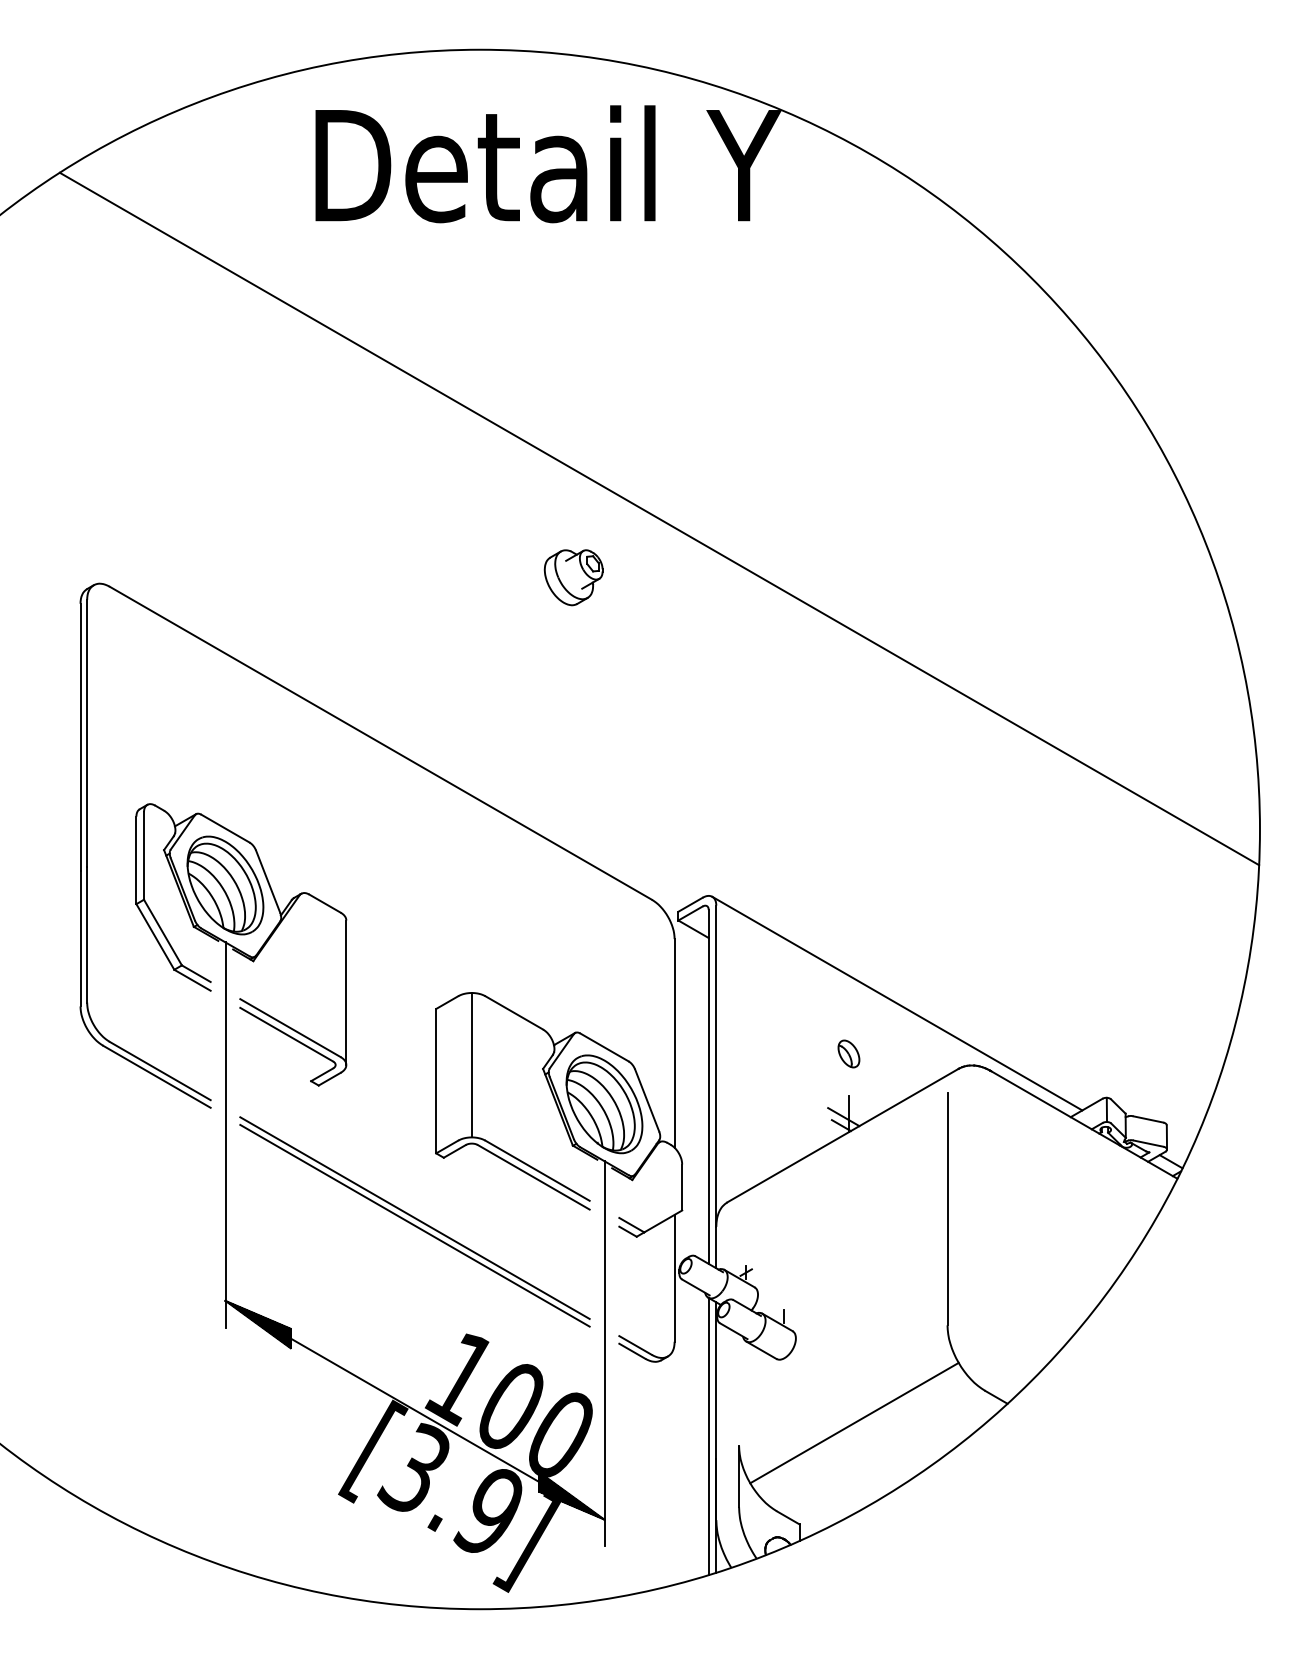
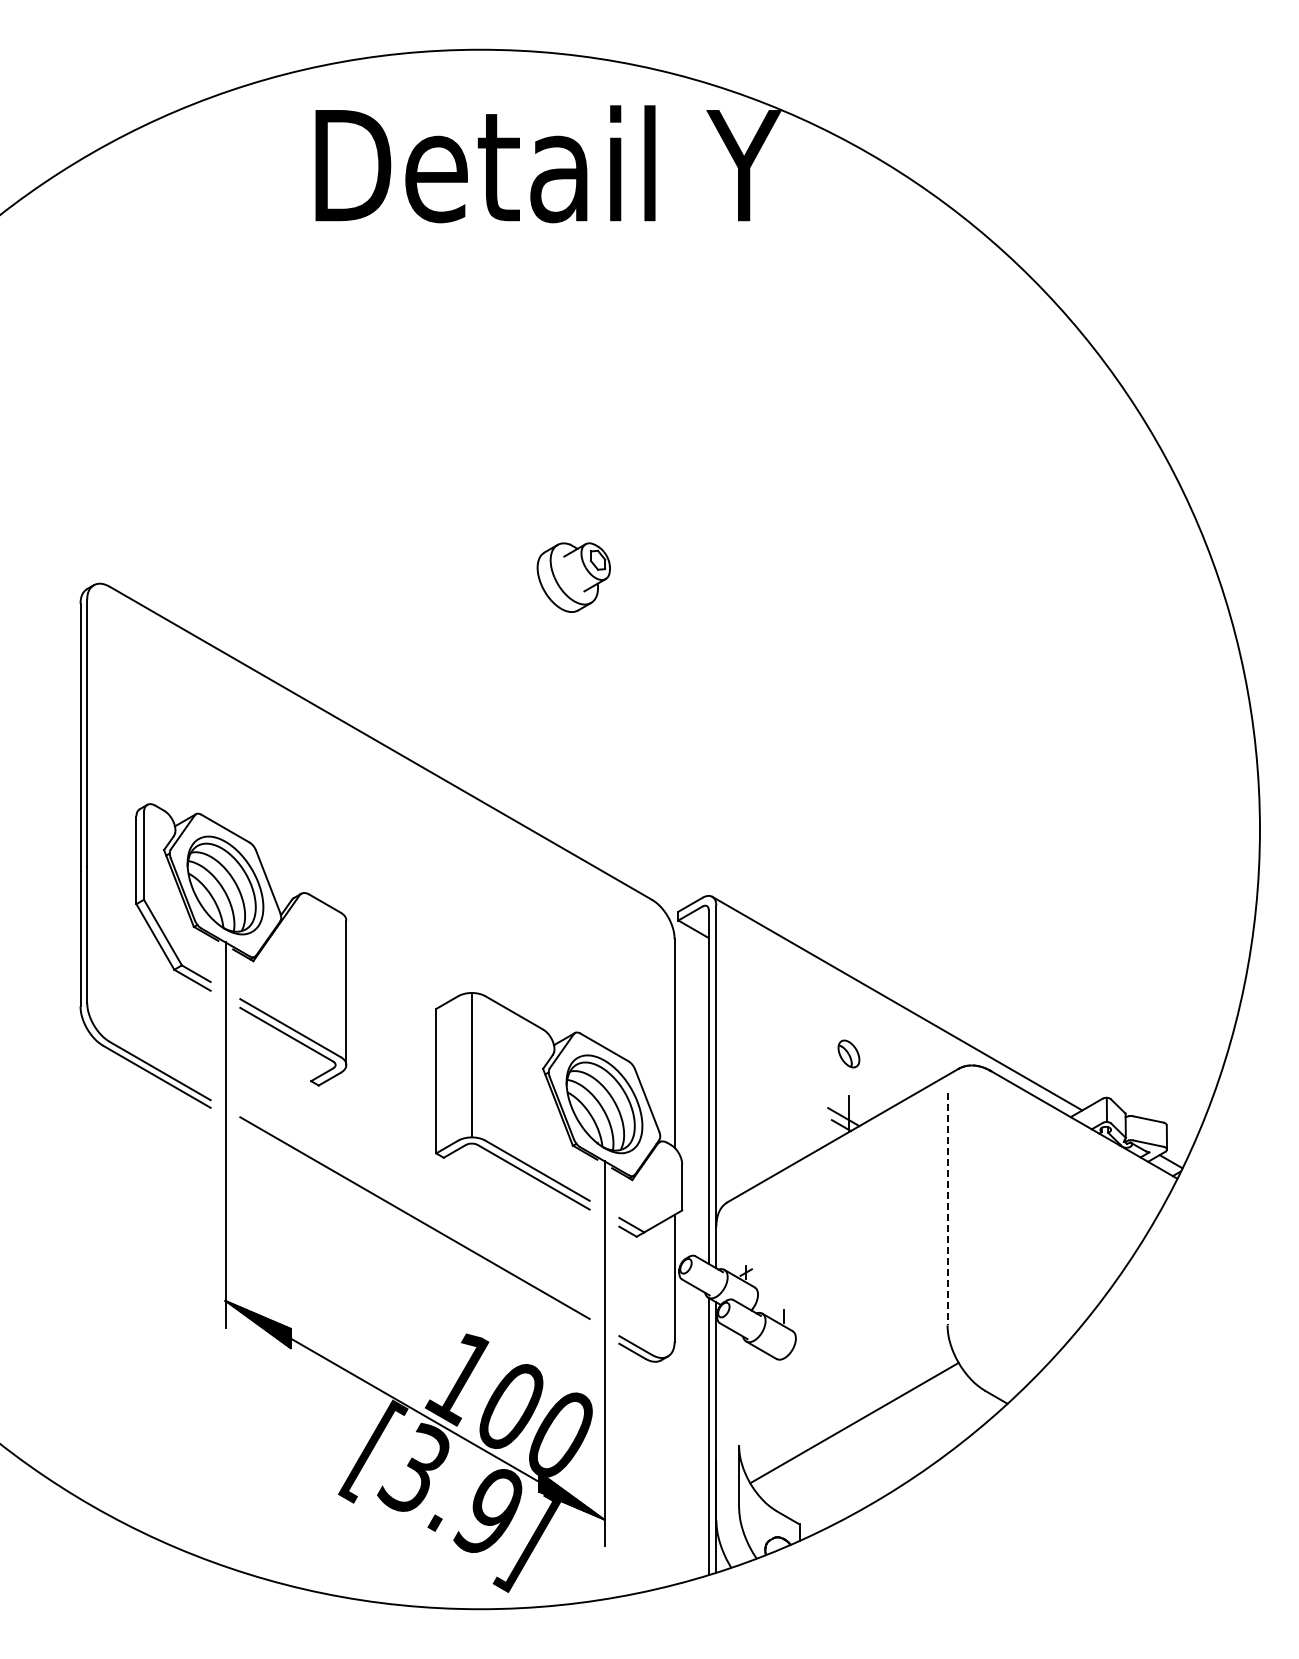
line at (659, 518): present -> none
part at (573, 577) size: 61x58 px -> 75x71 px
line at (947, 1209): solid -> dashed
line at (414, 1225): present -> none
